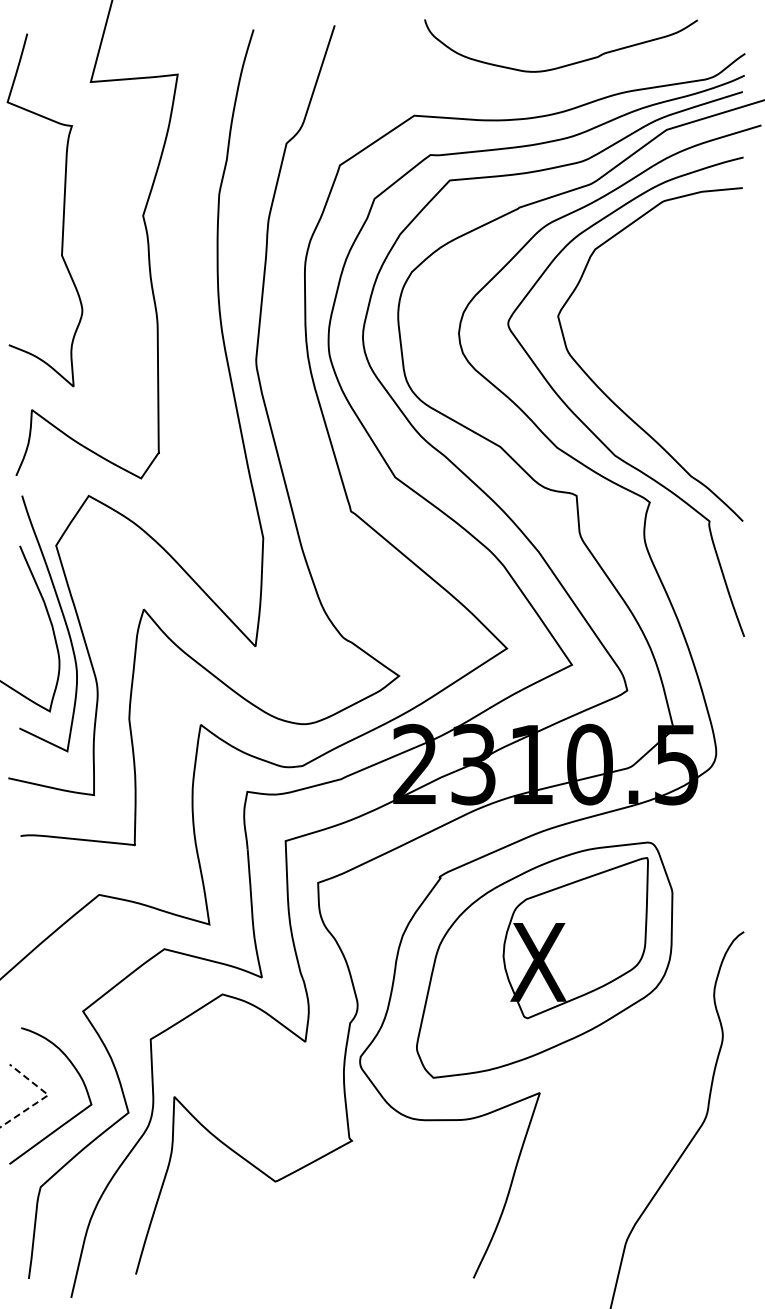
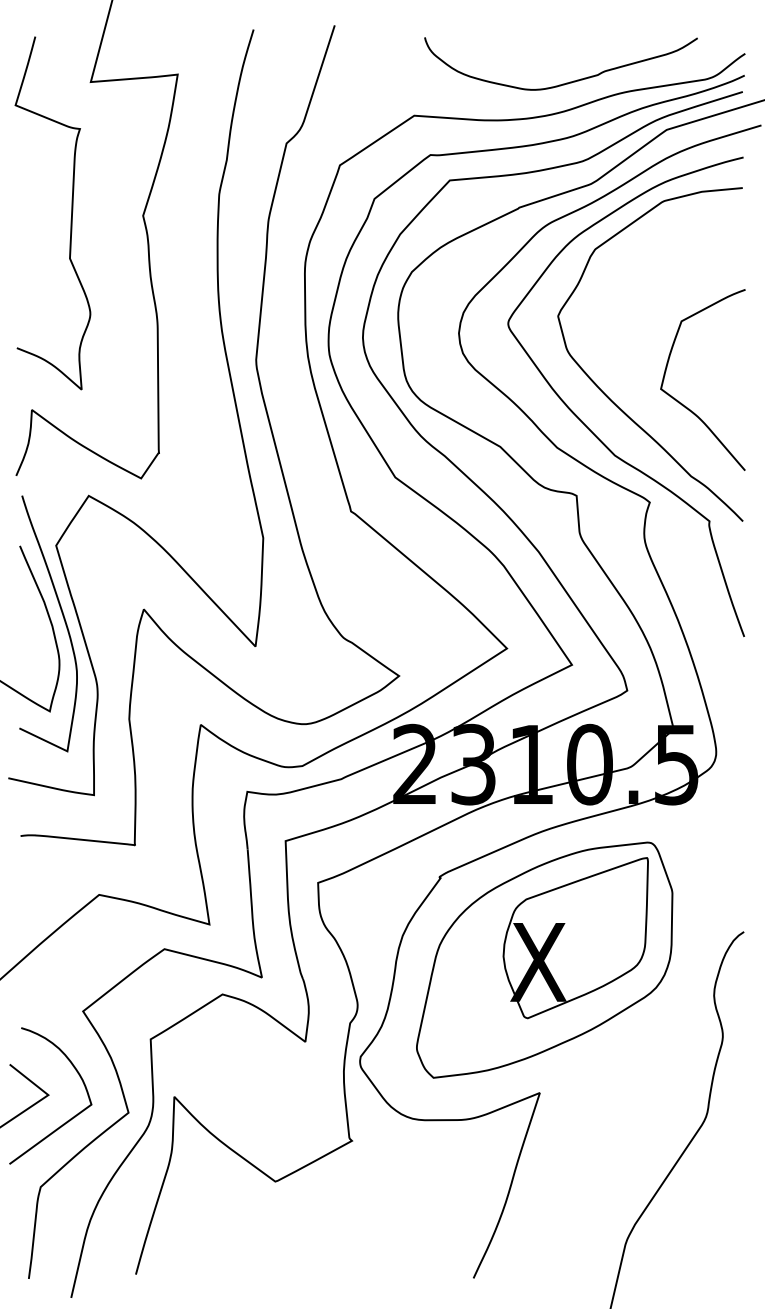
curve at (566, 64) position: (566, 64) -> (566, 82)
curve at (62, 216) position: (62, 216) -> (70, 219)
curve at (685, 405): none -> present
line at (45, 1096): dashed -> solid
